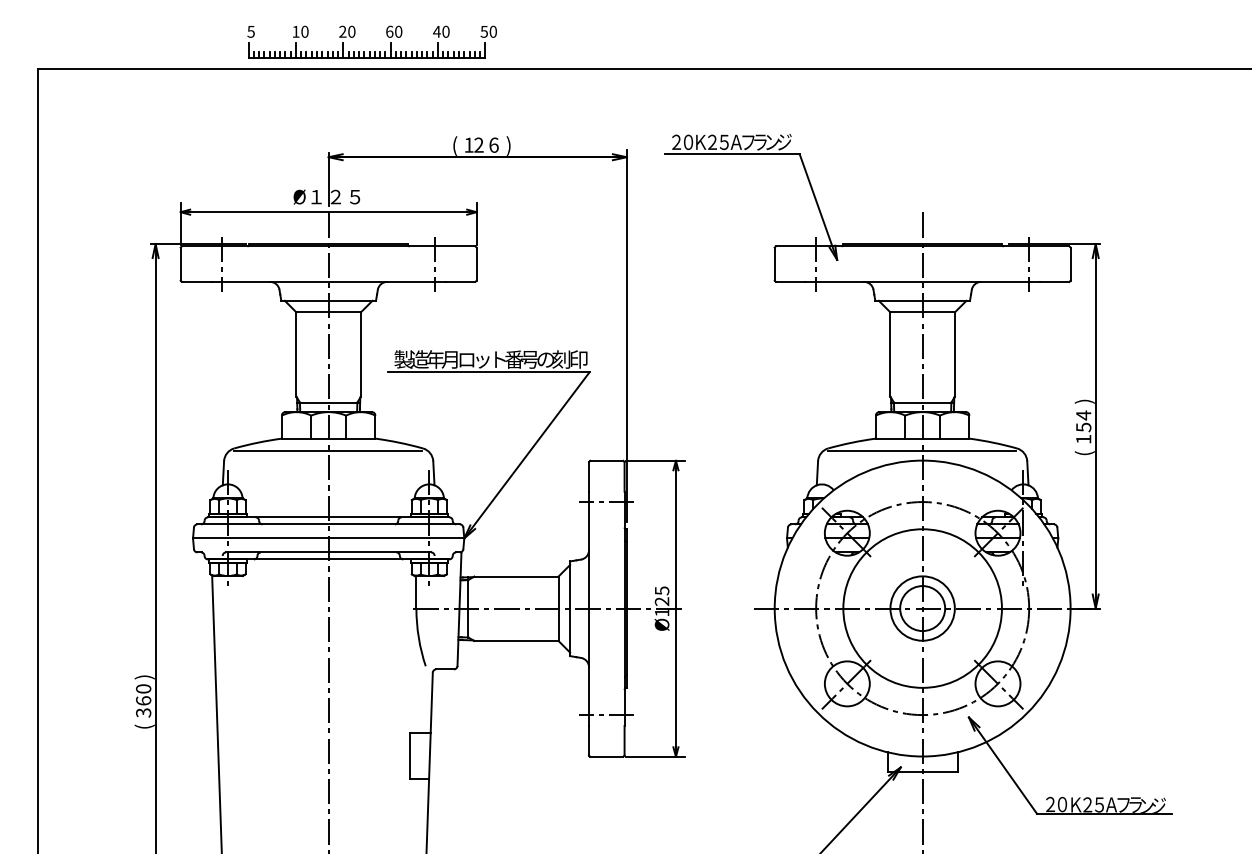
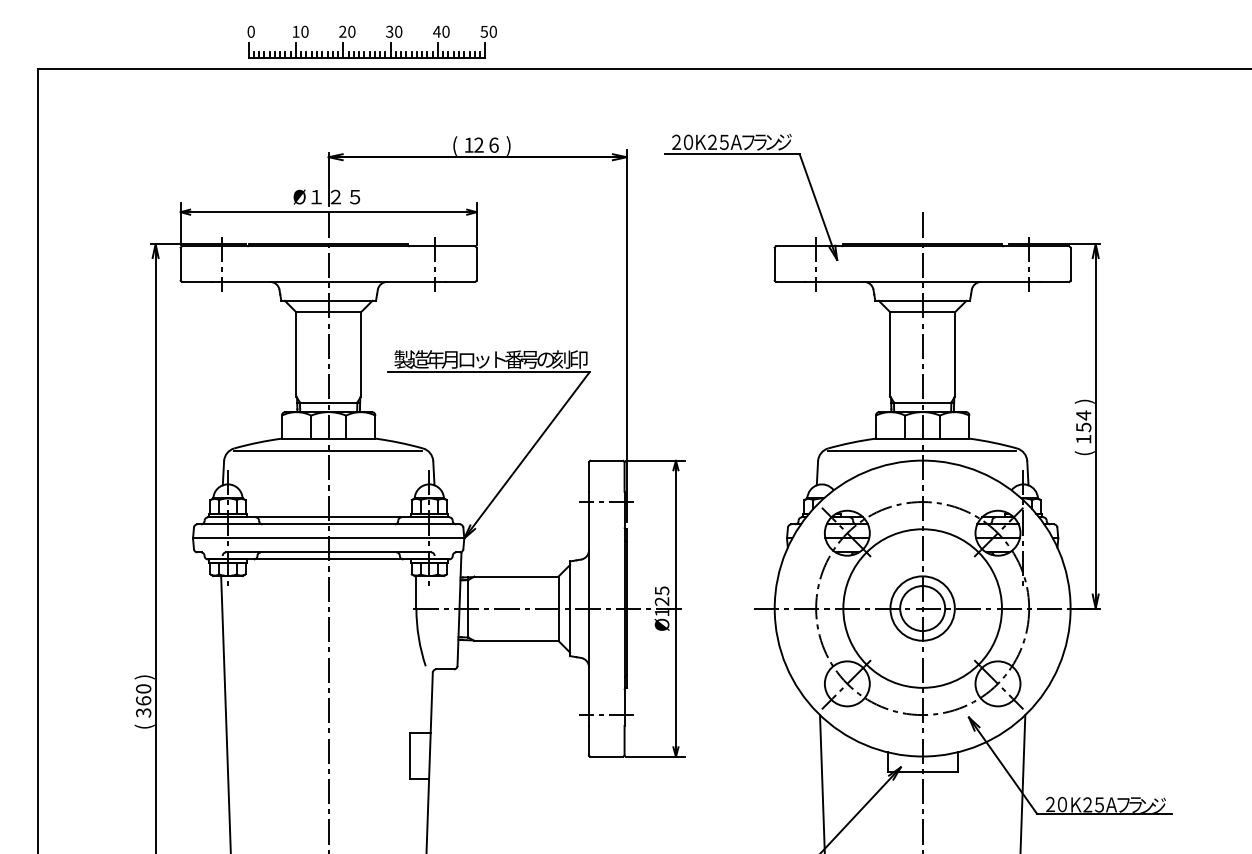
text at (250, 31): 5 -> 0
text at (389, 31): 60 -> 30
line at (216, 713) position: (216, 713) -> (225, 713)
line at (822, 782): none -> present
line at (1022, 782): none -> present
